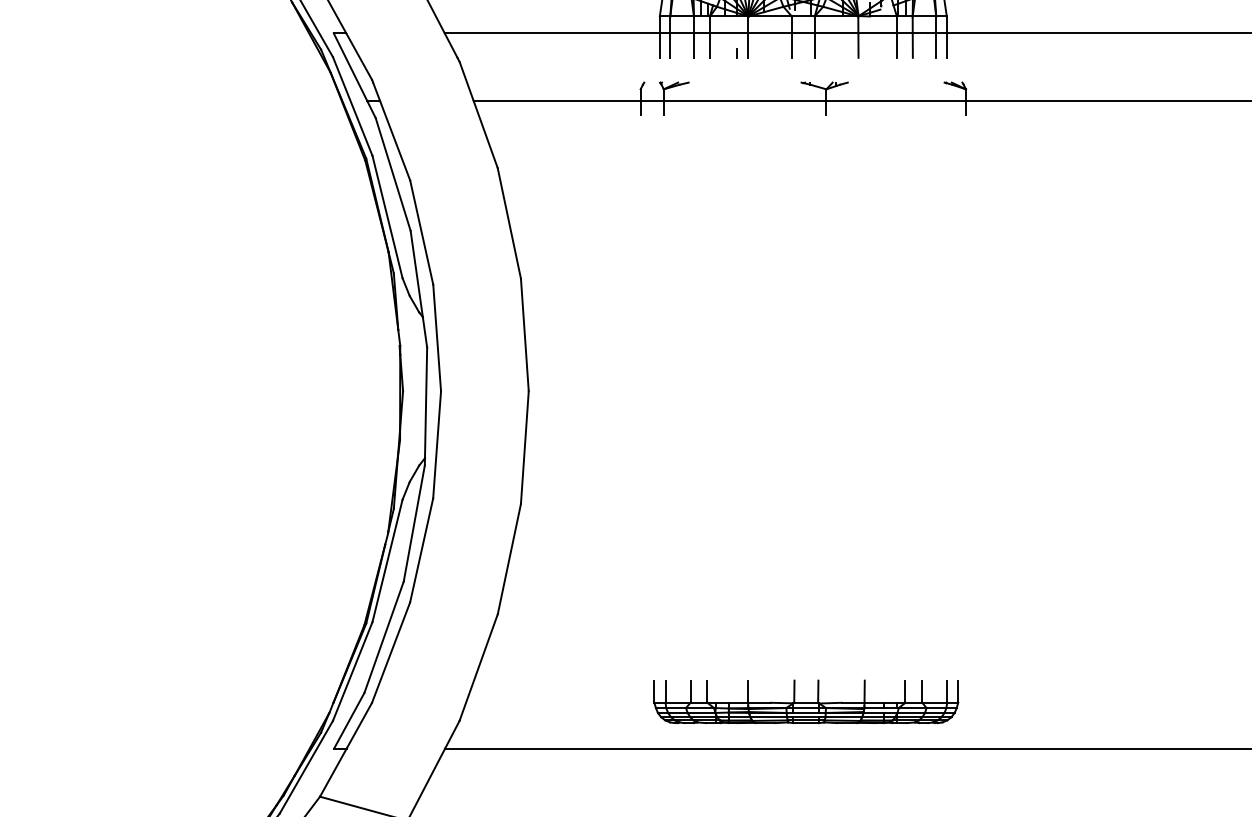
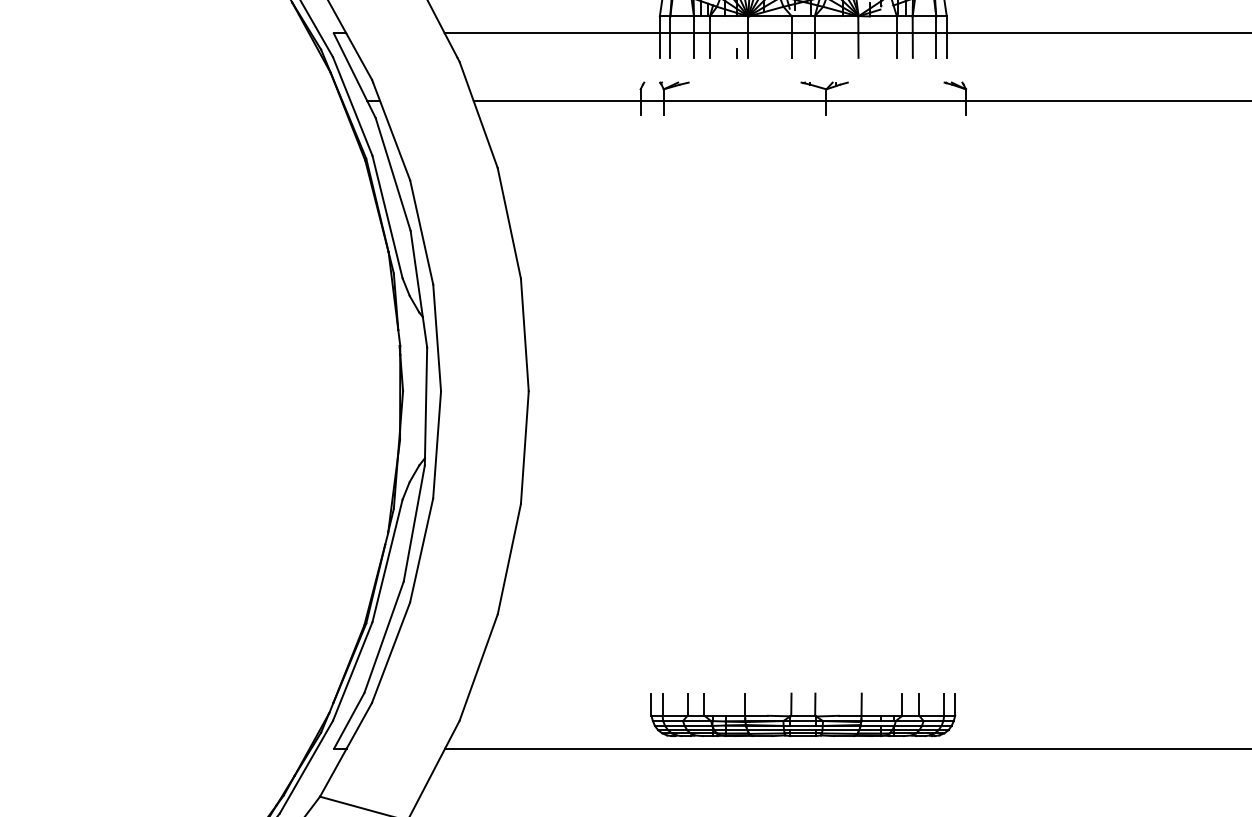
part at (806, 701) position: (806, 701) -> (803, 714)
